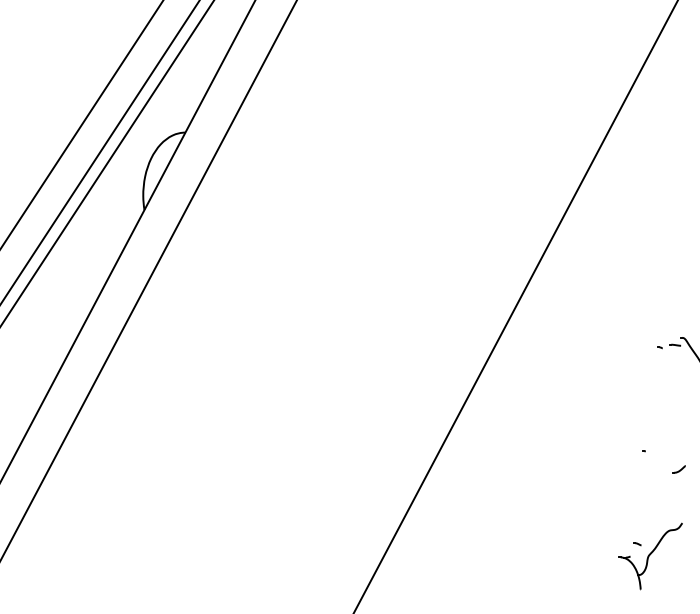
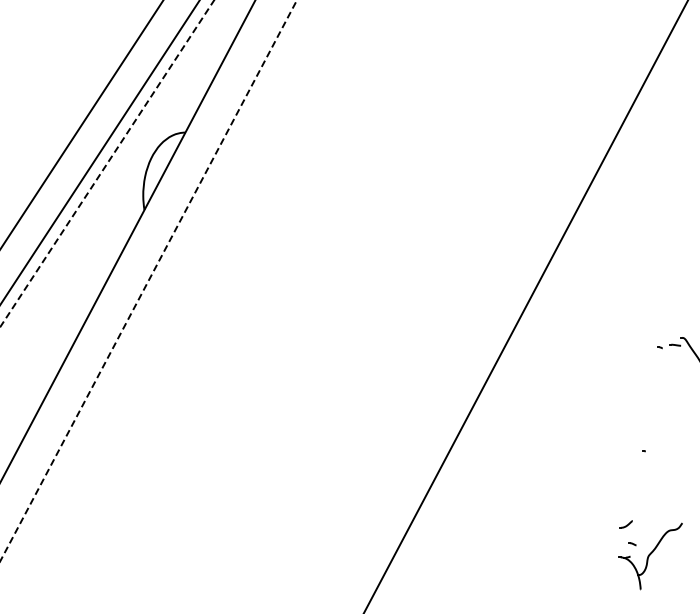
line at (106, 164): solid -> dashed
line at (148, 281): solid -> dashed
line at (515, 306) position: (515, 306) -> (526, 306)
part at (678, 469) position: (678, 469) -> (625, 524)
part at (637, 544) position: (637, 544) -> (632, 544)
